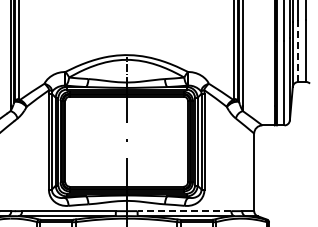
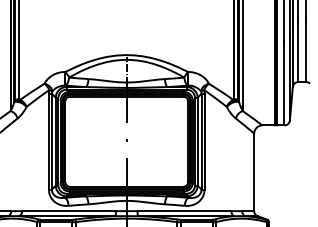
line at (298, 50): dashed -> solid
line at (184, 211): dashed -> solid
